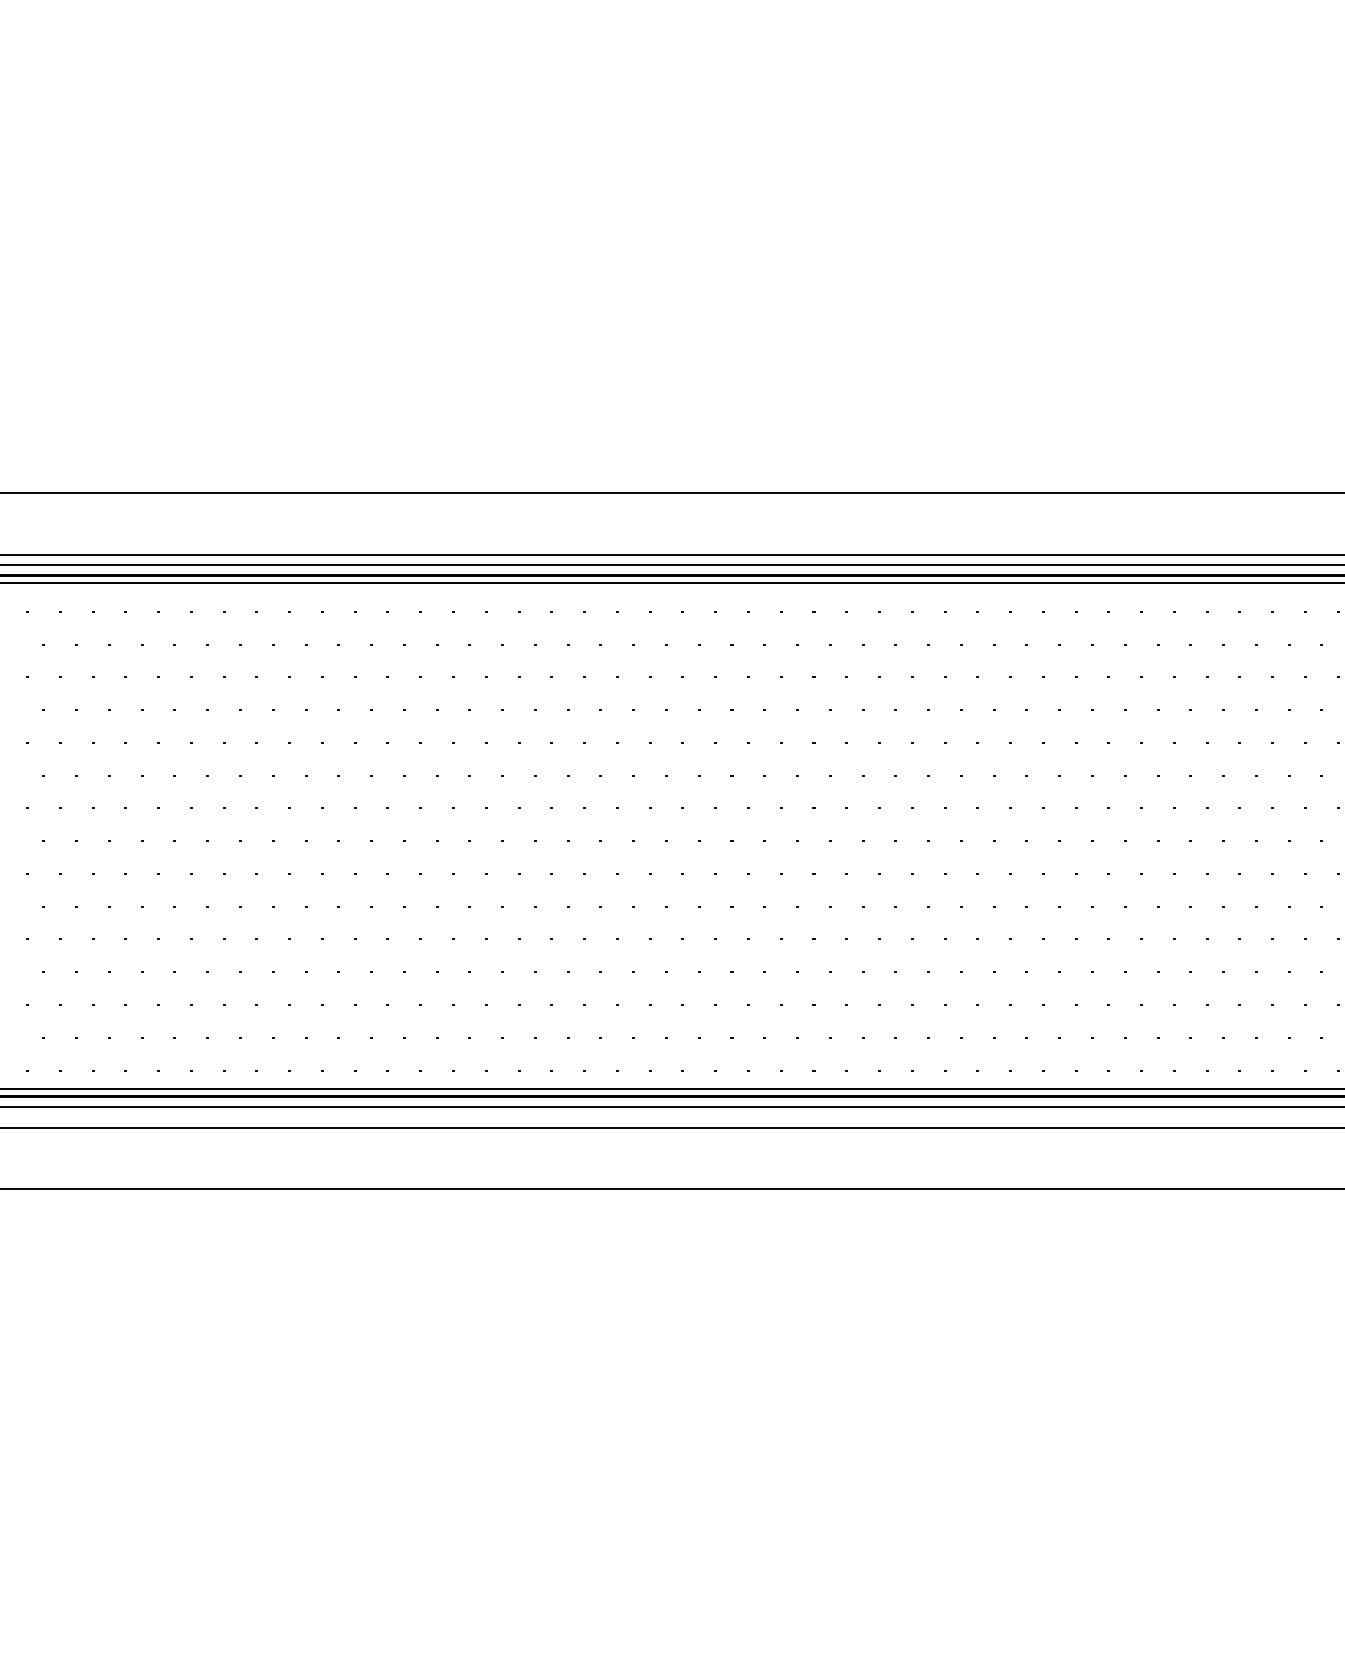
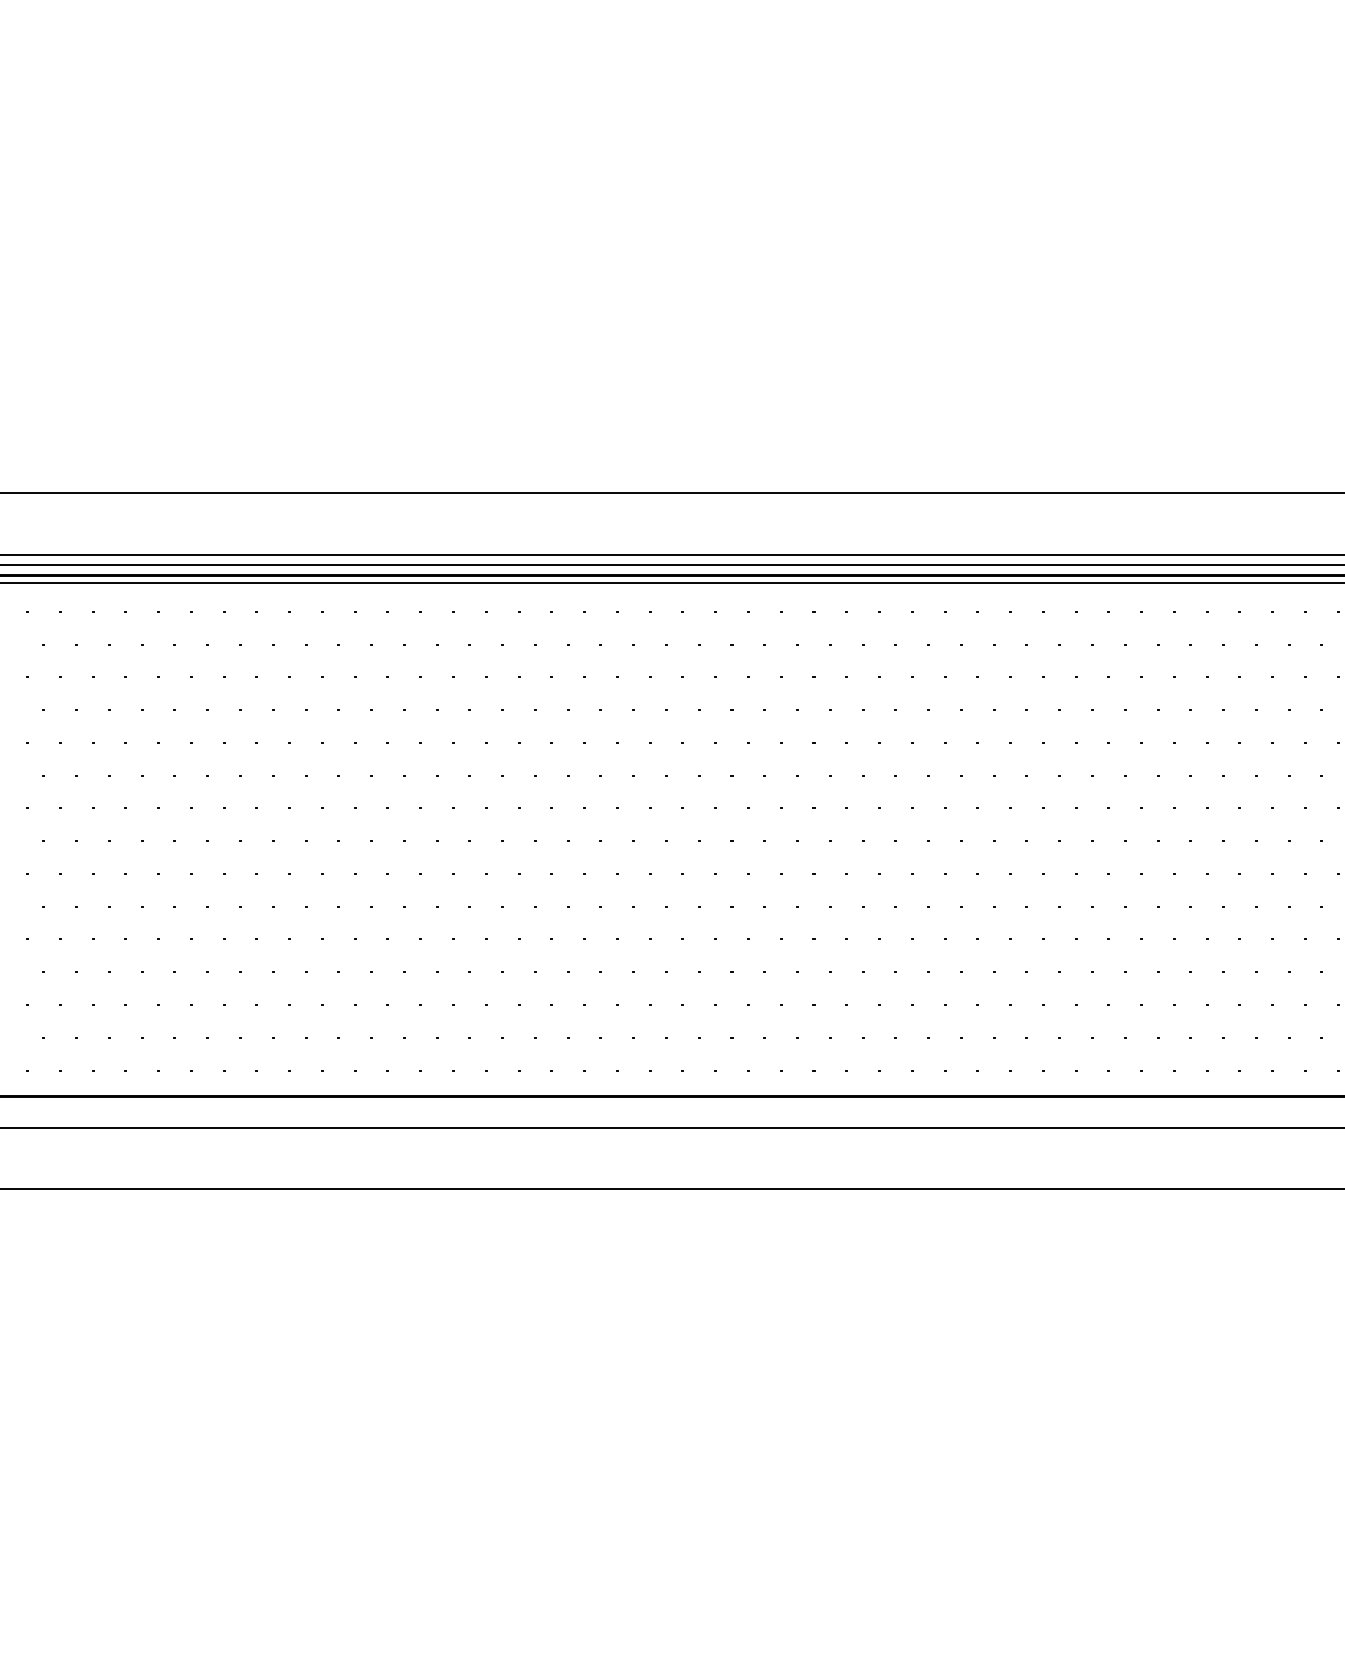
line at (671, 1088): present -> none
line at (671, 1106): present -> none
